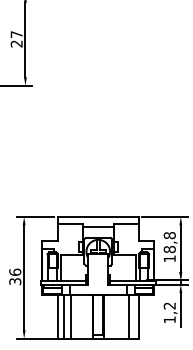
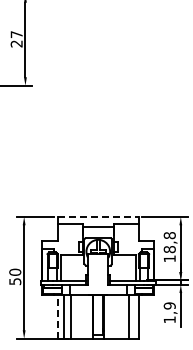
line at (98, 216): solid -> dashed
text at (14, 276): 36 -> 50
text at (169, 305): 1,2 -> 1,9
line at (57, 316): solid -> dashed
